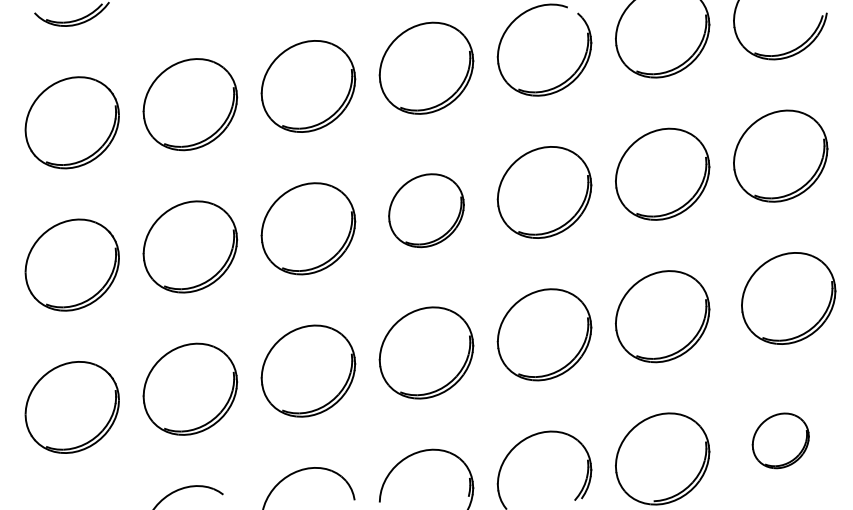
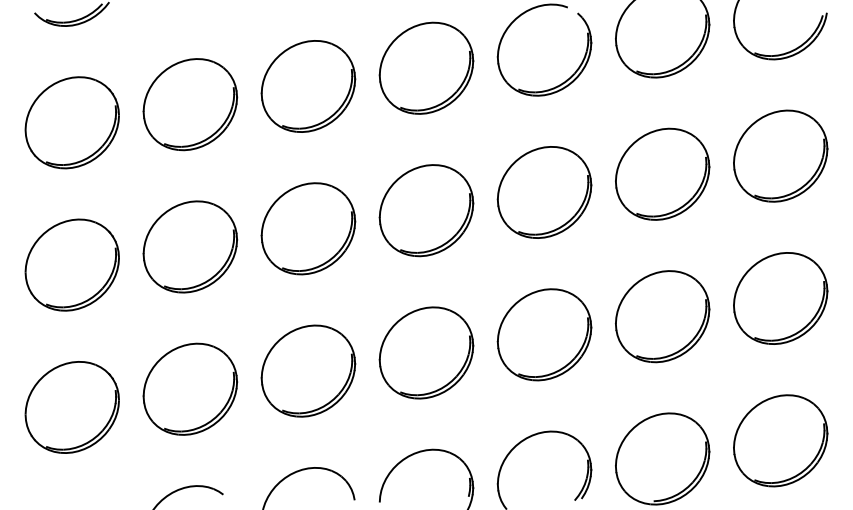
part at (426, 210) size: 77x76 px -> 97x94 px
part at (788, 298) position: (788, 298) -> (780, 298)
part at (780, 440) size: 59x58 px -> 96x94 px
